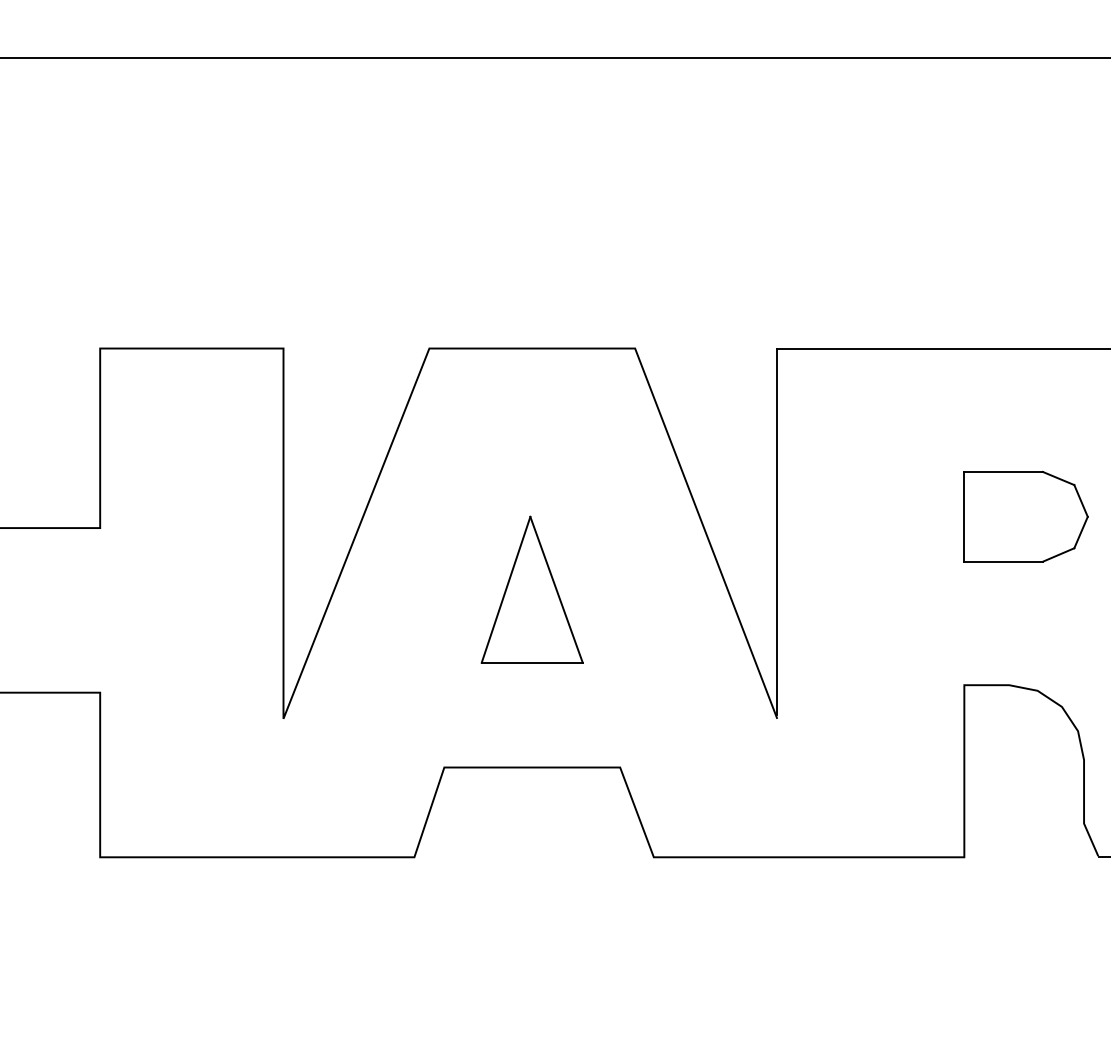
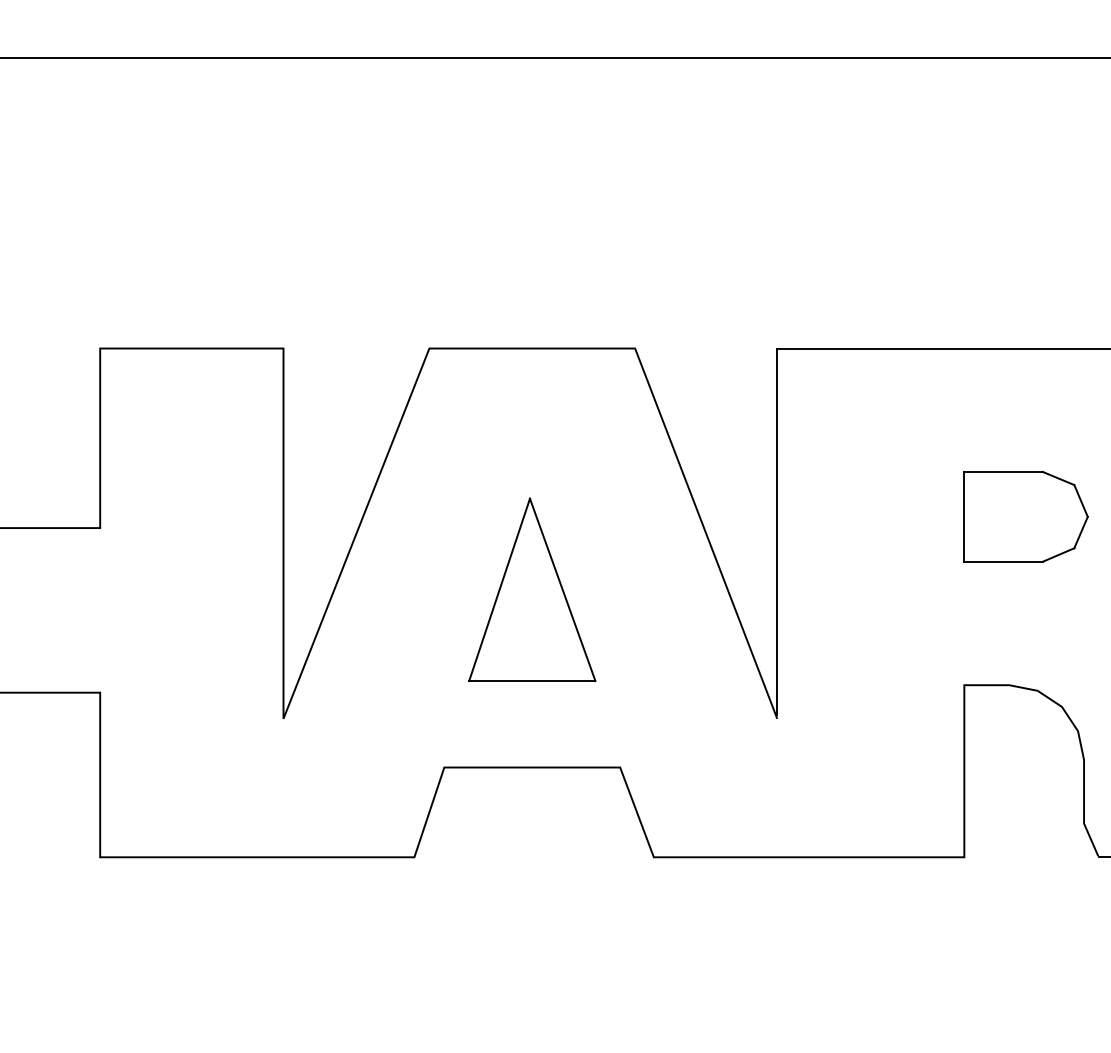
part at (531, 589) size: 104x149 px -> 129x186 px
